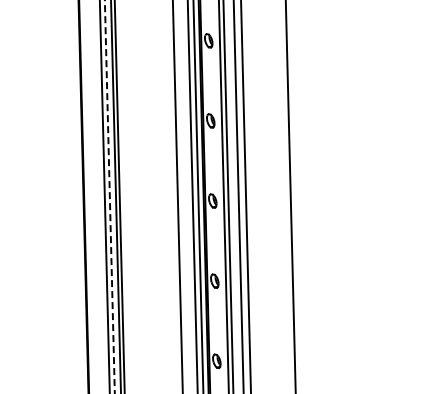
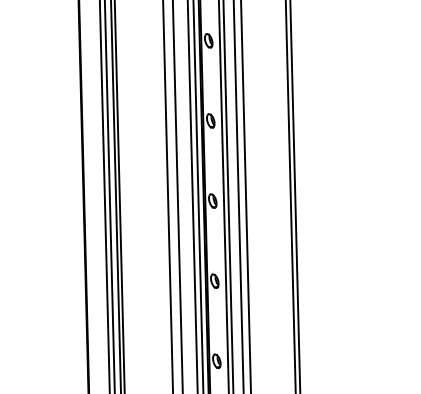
line at (109, 196): dashed -> solid
line at (167, 196): none -> present
line at (295, 196): none -> present
